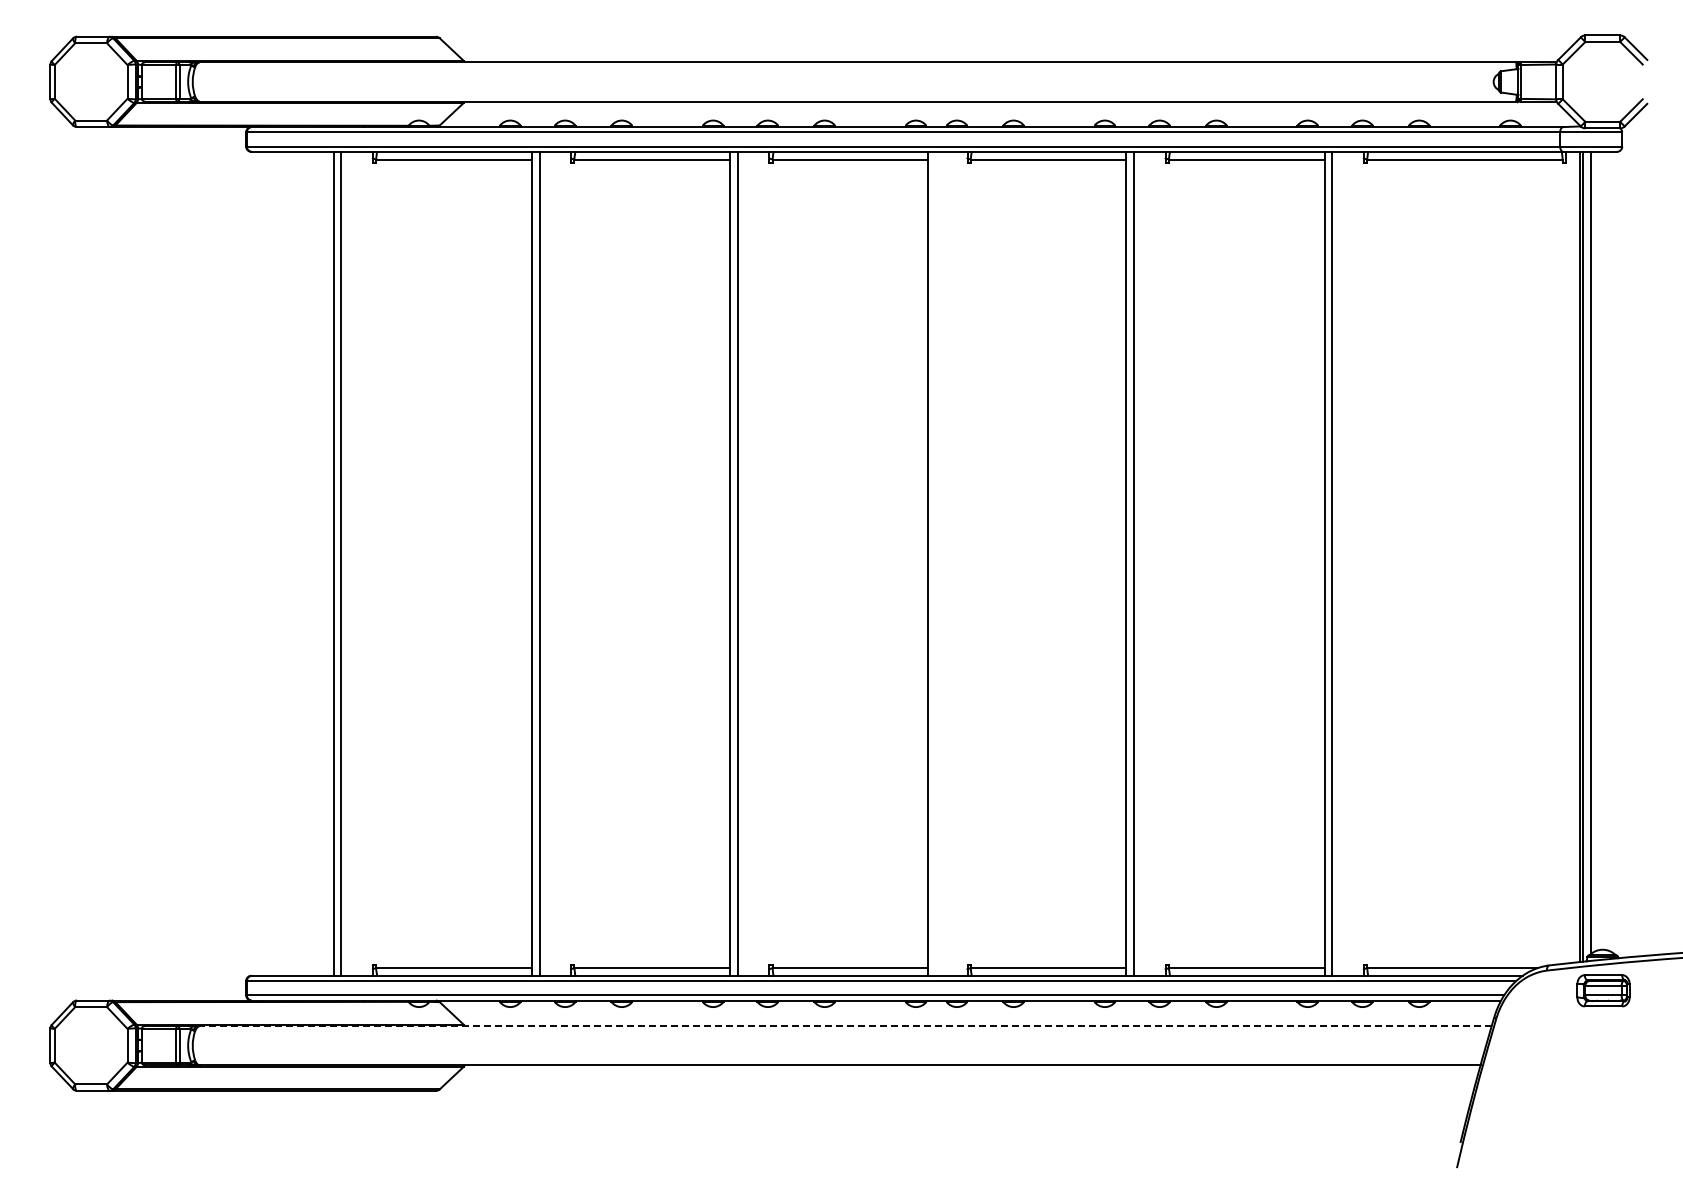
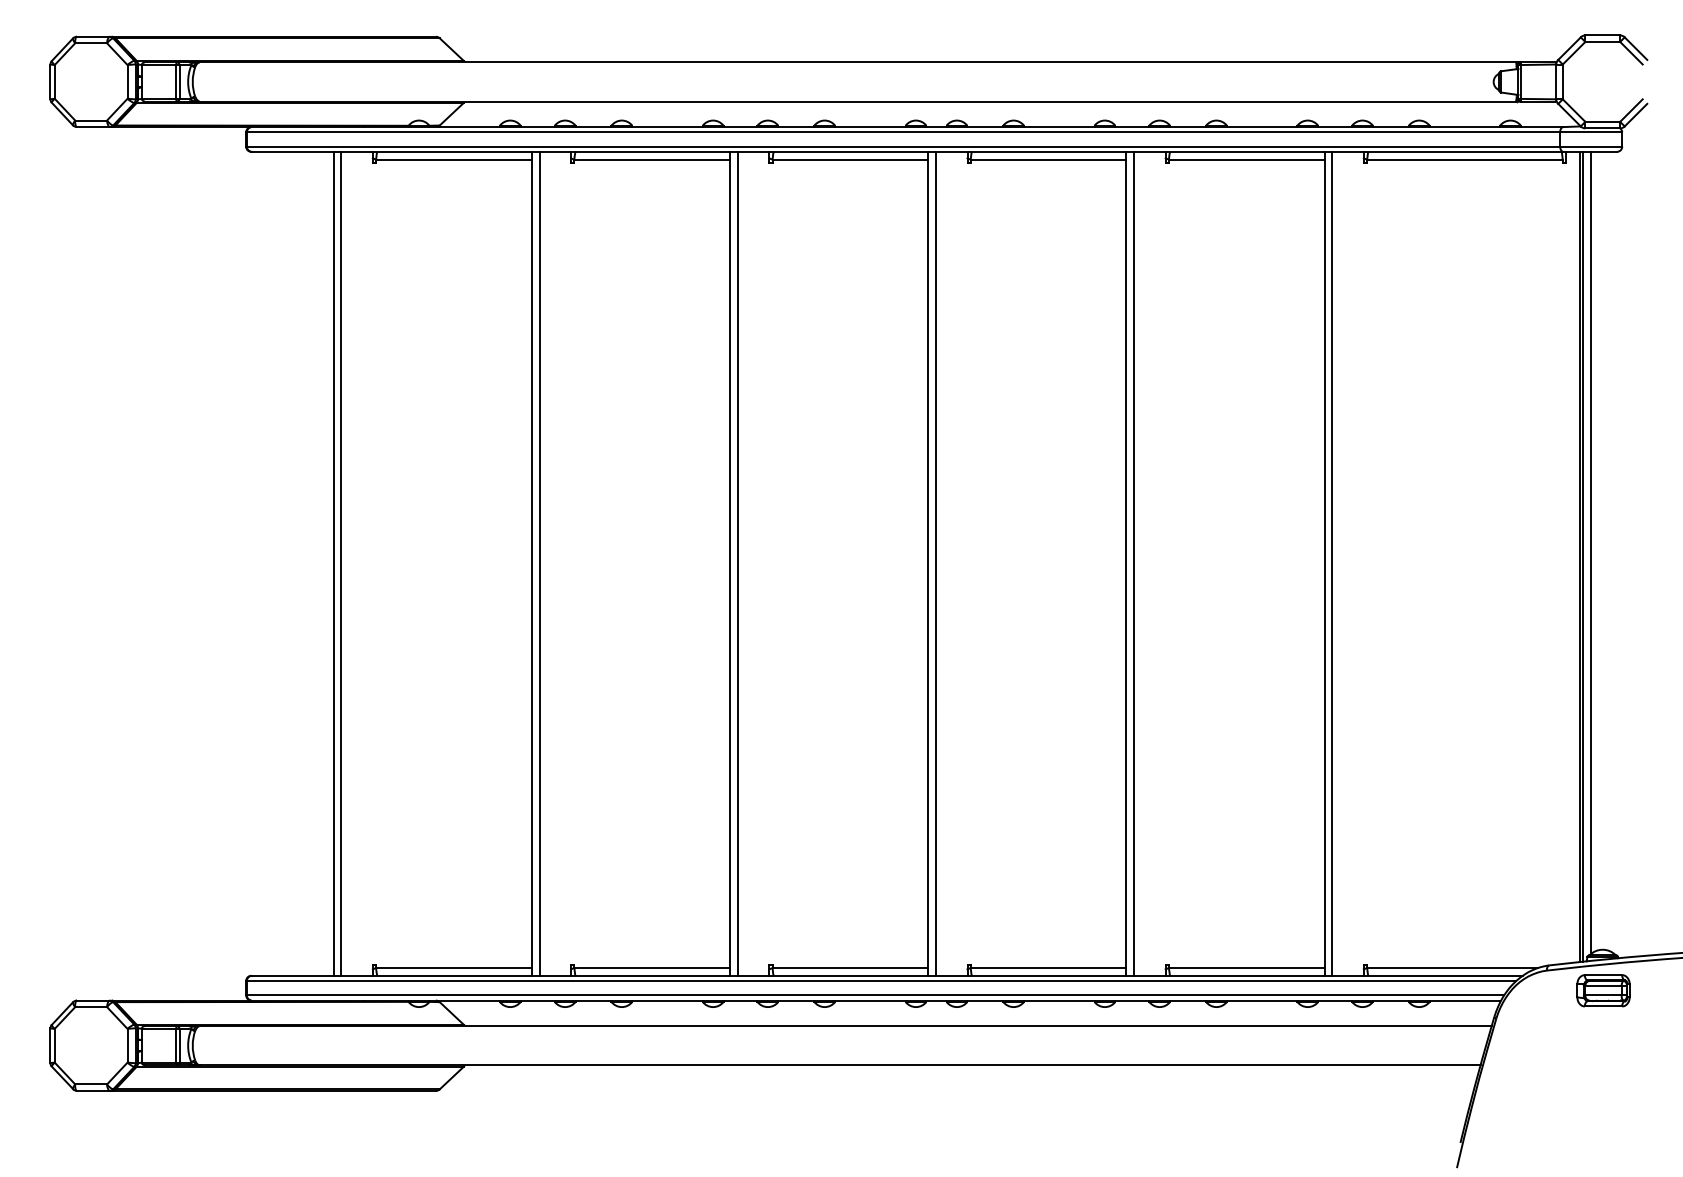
line at (935, 563): none -> present
line at (845, 1026): dashed -> solid
